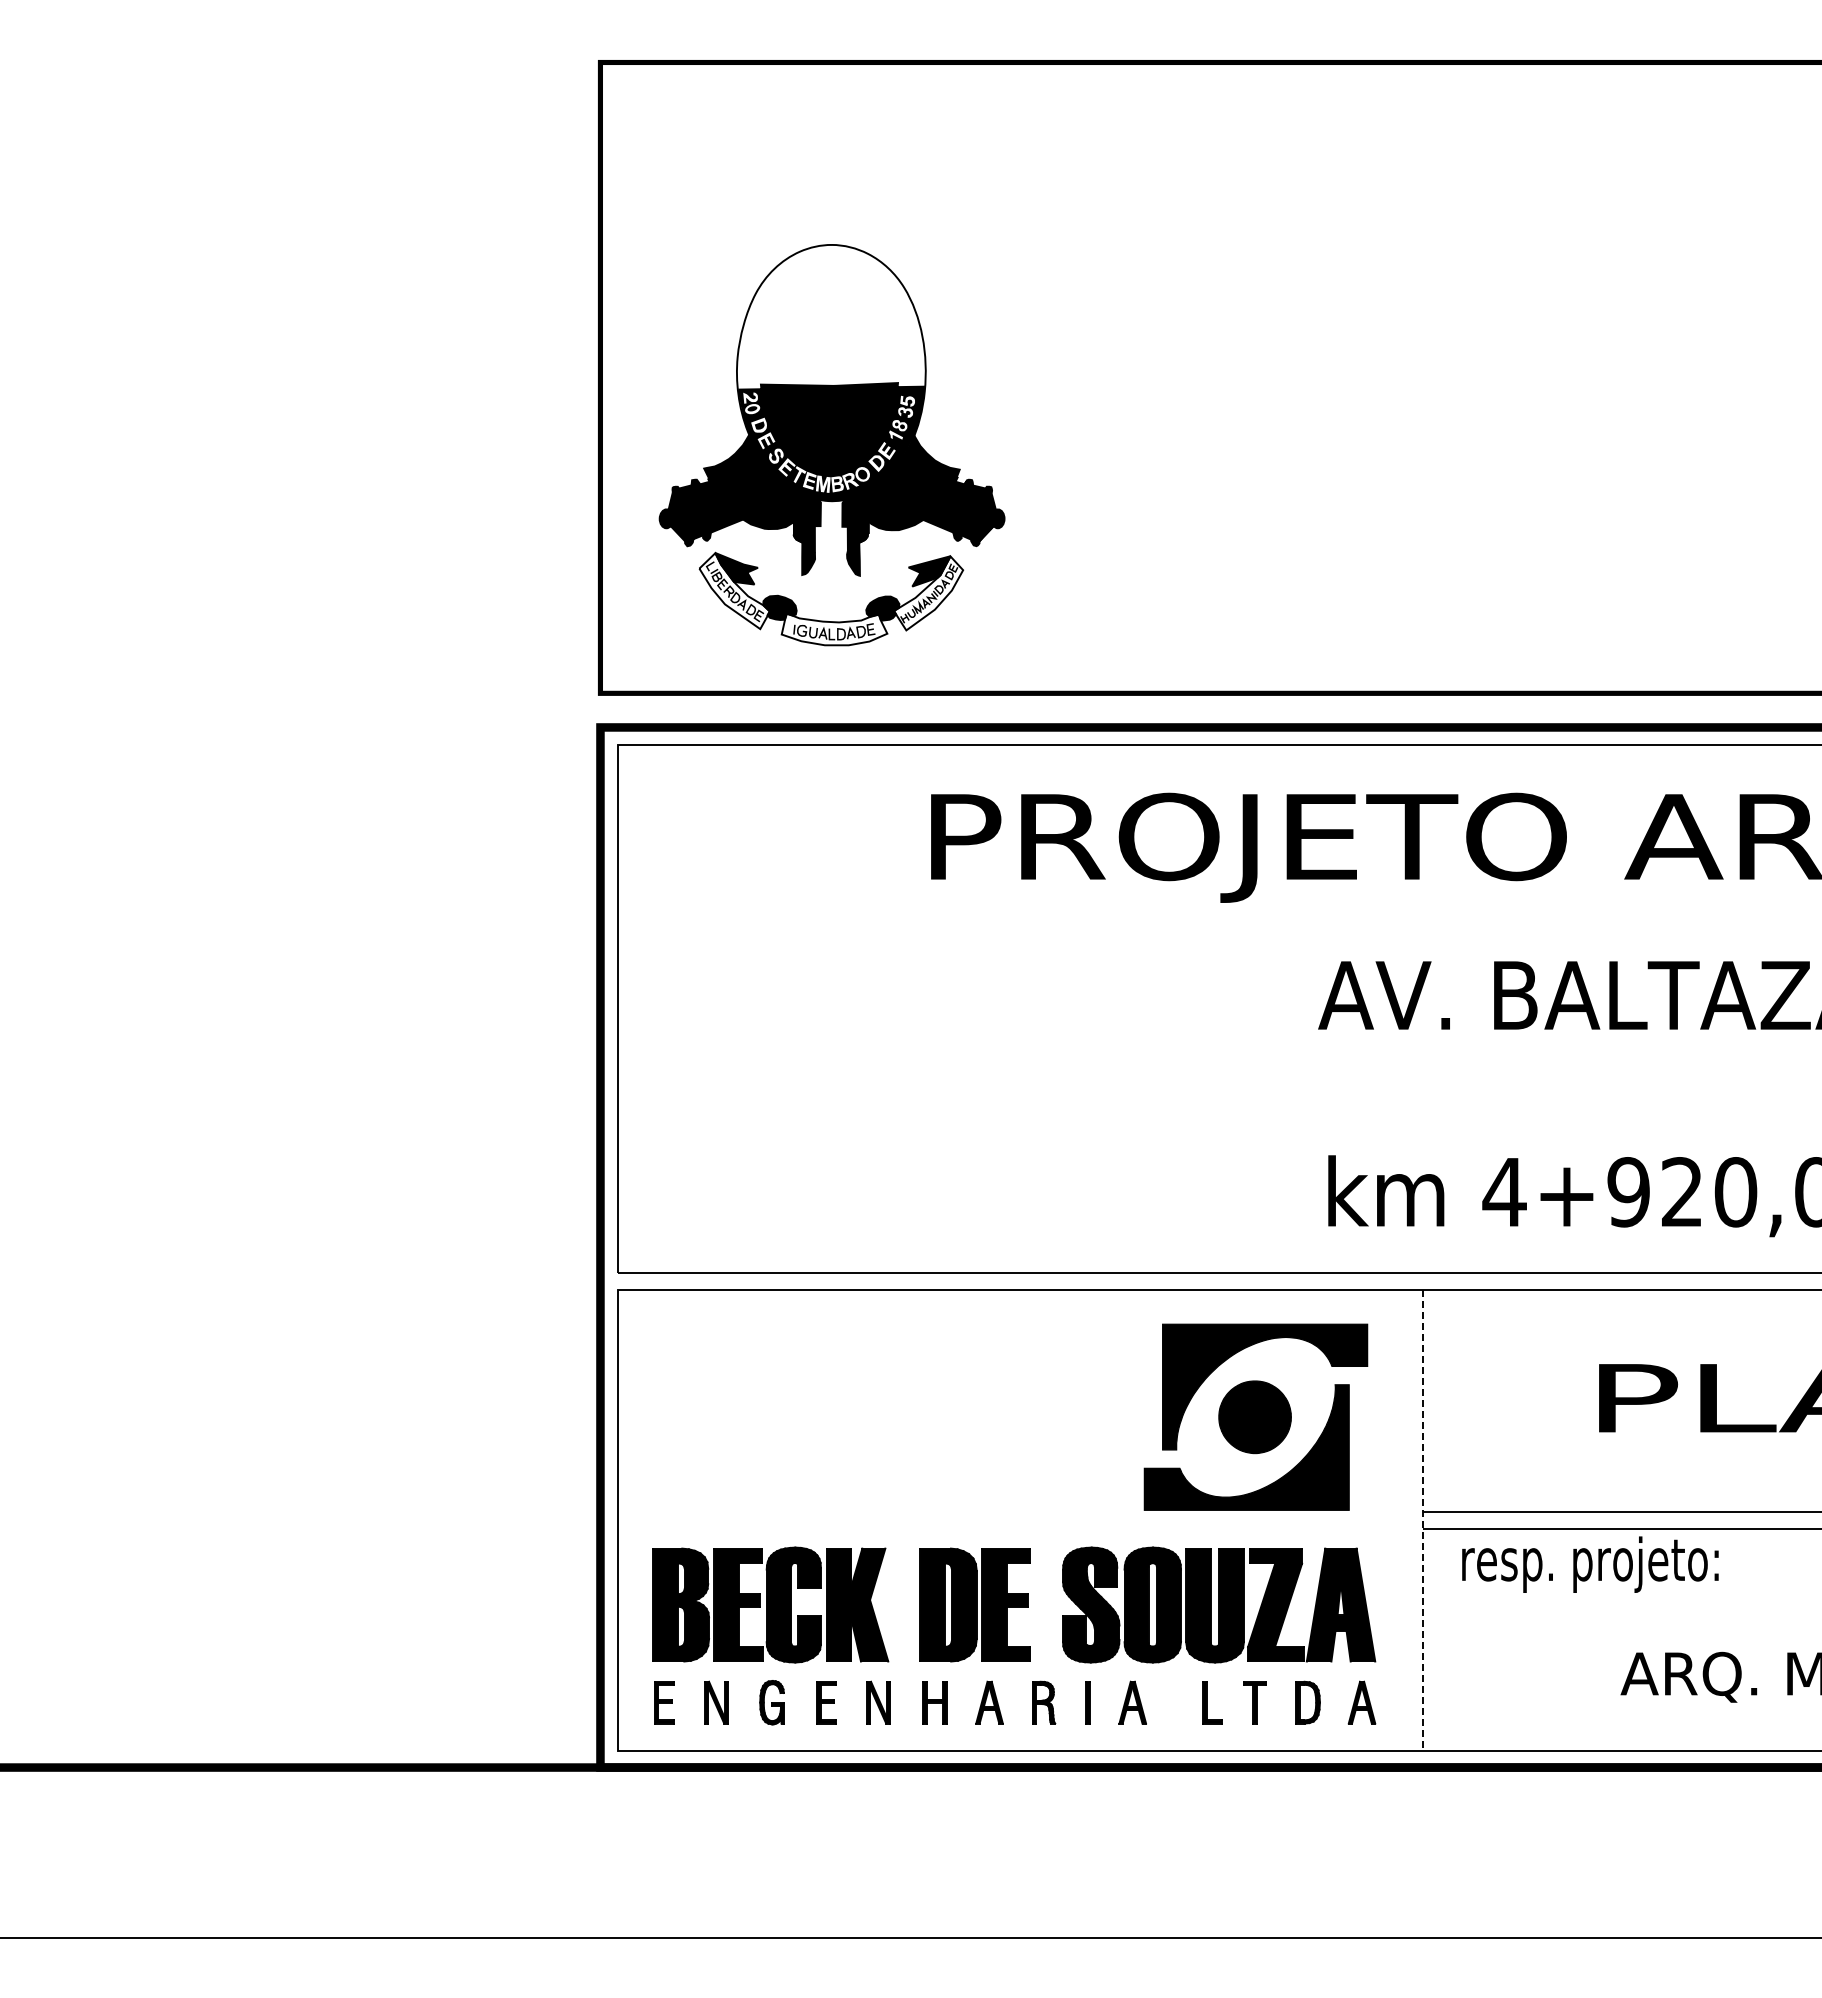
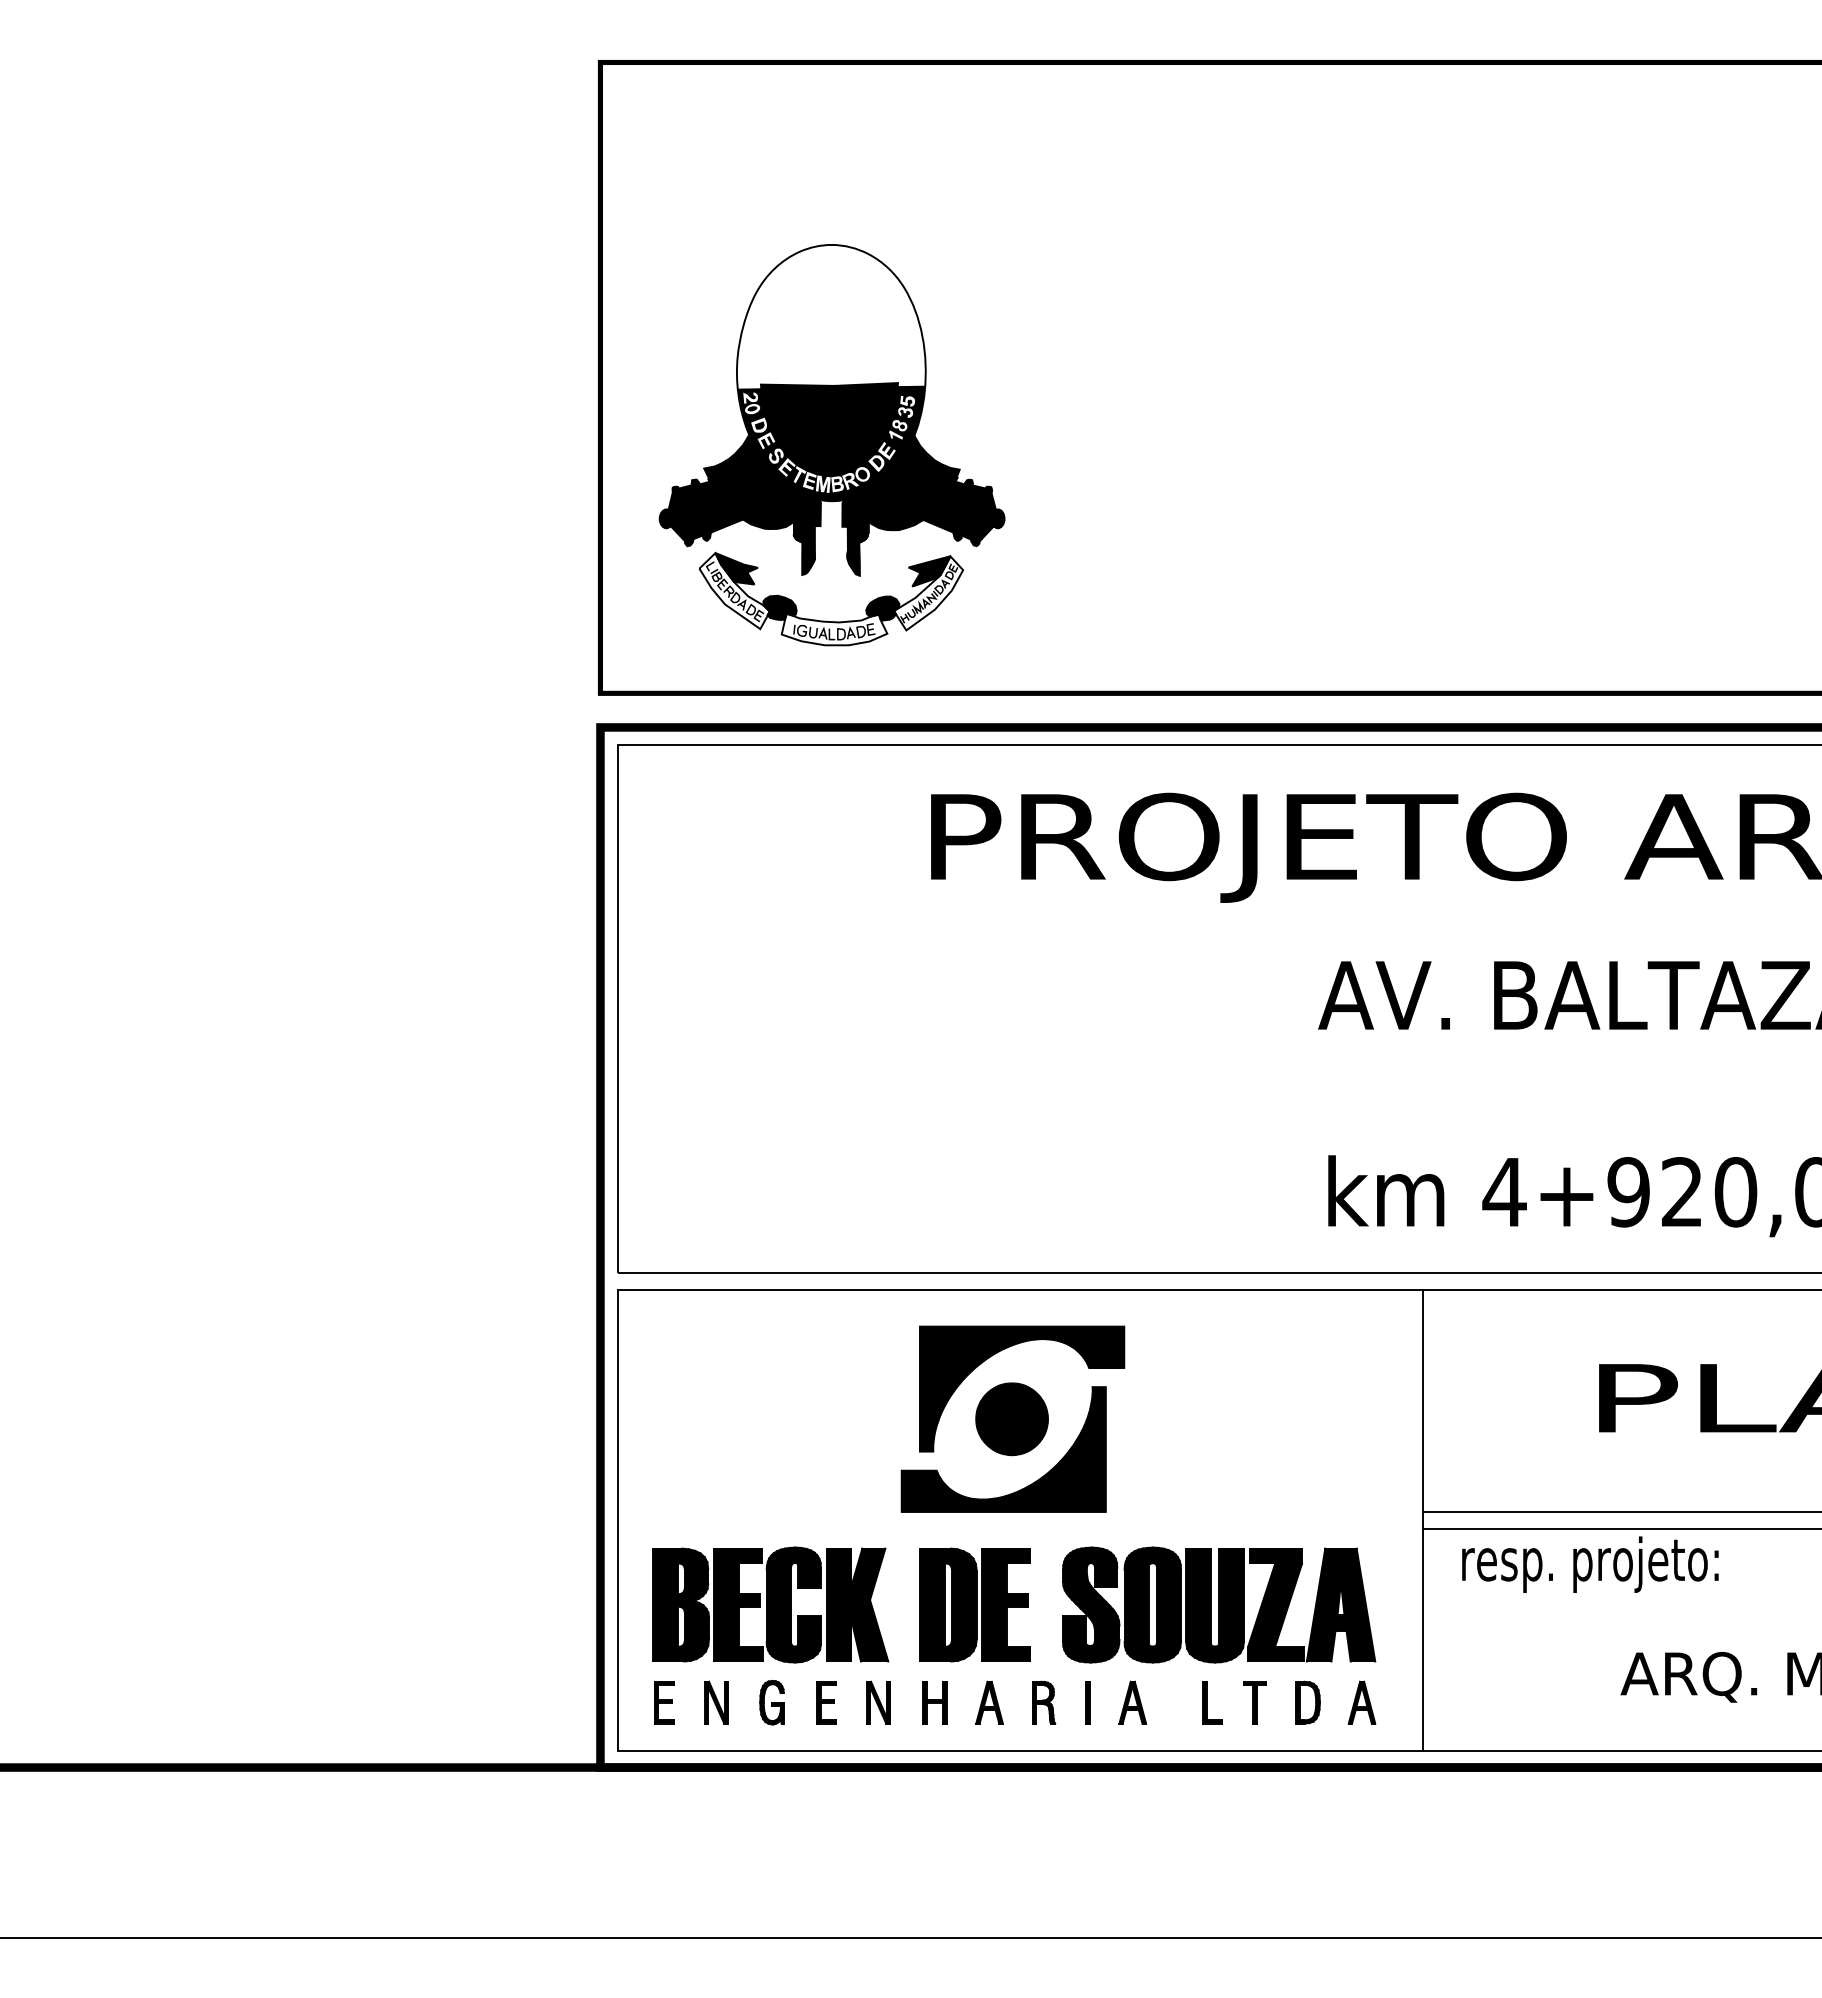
part at (1255, 1416) position: (1255, 1416) -> (1012, 1418)
line at (1423, 1520): dashed -> solid
